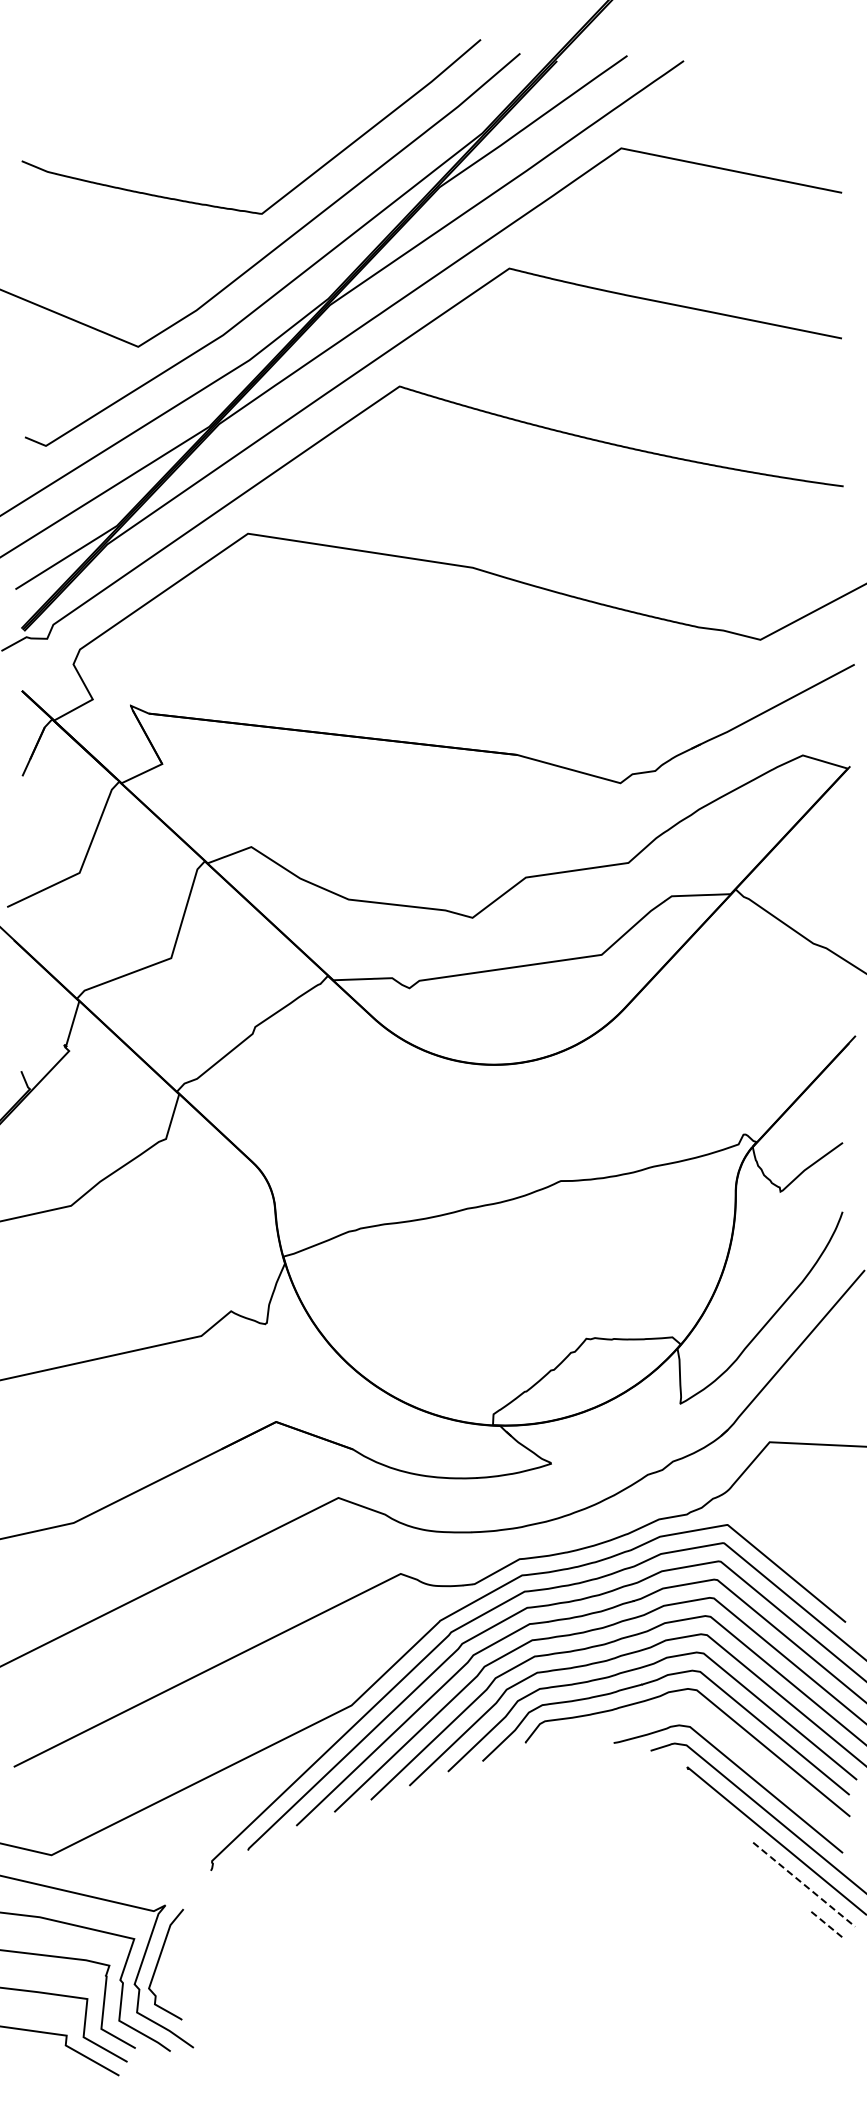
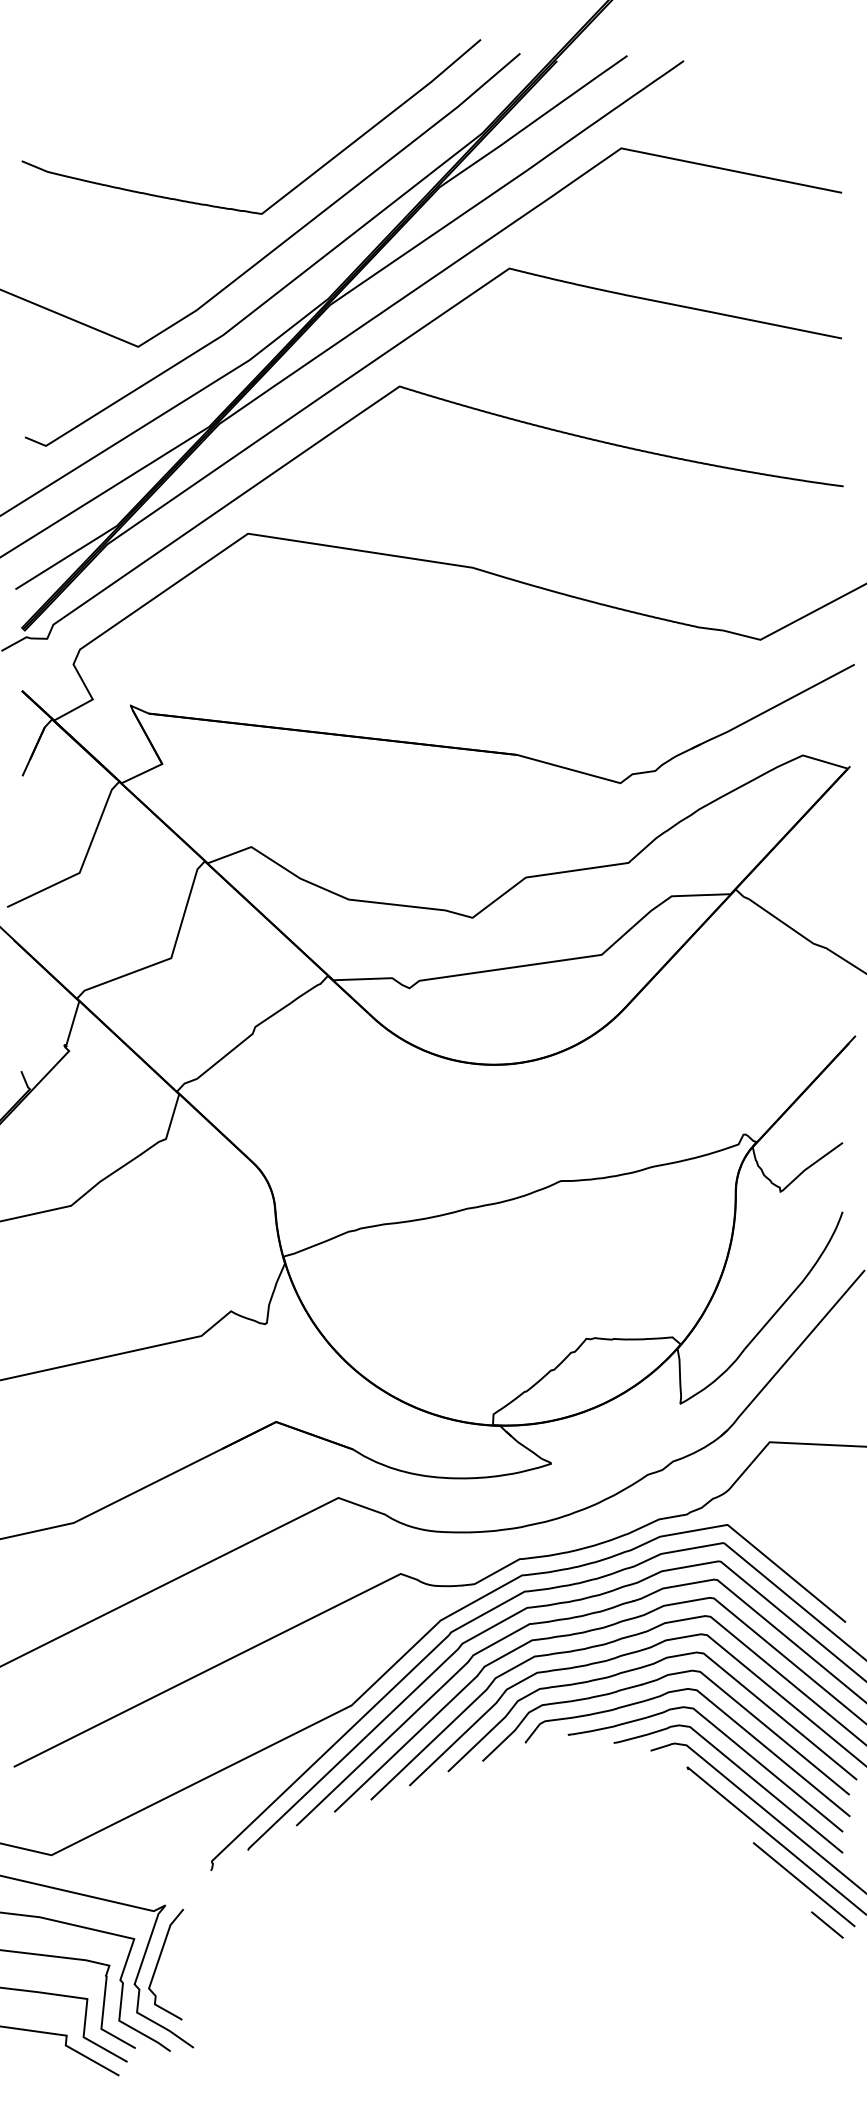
curve at (731, 1741): none -> present
line at (803, 1883): dashed -> solid
line at (826, 1924): dashed -> solid
